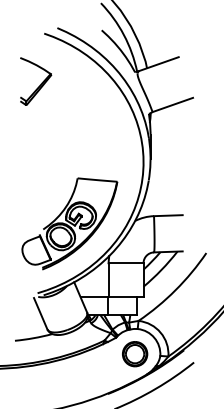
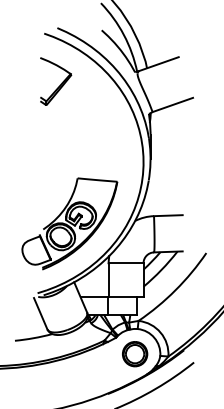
part at (36, 81) position: (36, 81) -> (56, 81)
